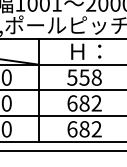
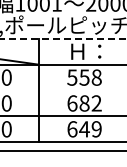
line at (63, 38): solid -> dashed
line at (62, 90): present -> none
text at (90, 129): 682 -> 649
